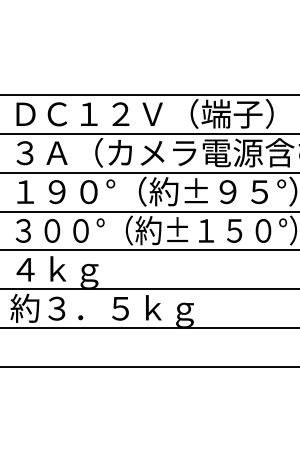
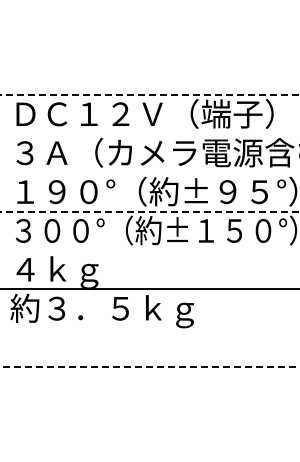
line at (150, 94): solid -> dashed
line at (149, 133): present -> none
line at (149, 172): present -> none
line at (150, 211): solid -> dashed
line at (149, 250): present -> none
line at (149, 328): present -> none
line at (149, 367): solid -> dashed
